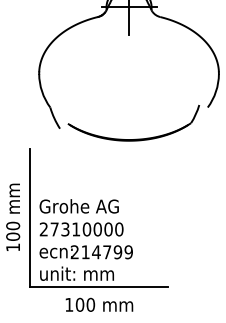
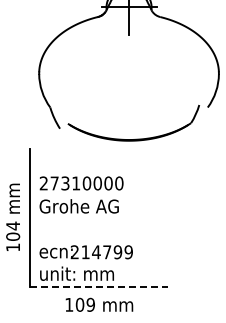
text at (13, 225): 100 -> 104
text at (81, 229) position: (81, 229) -> (81, 183)
line at (99, 286): solid -> dashed
text at (90, 304): 100 -> 109
